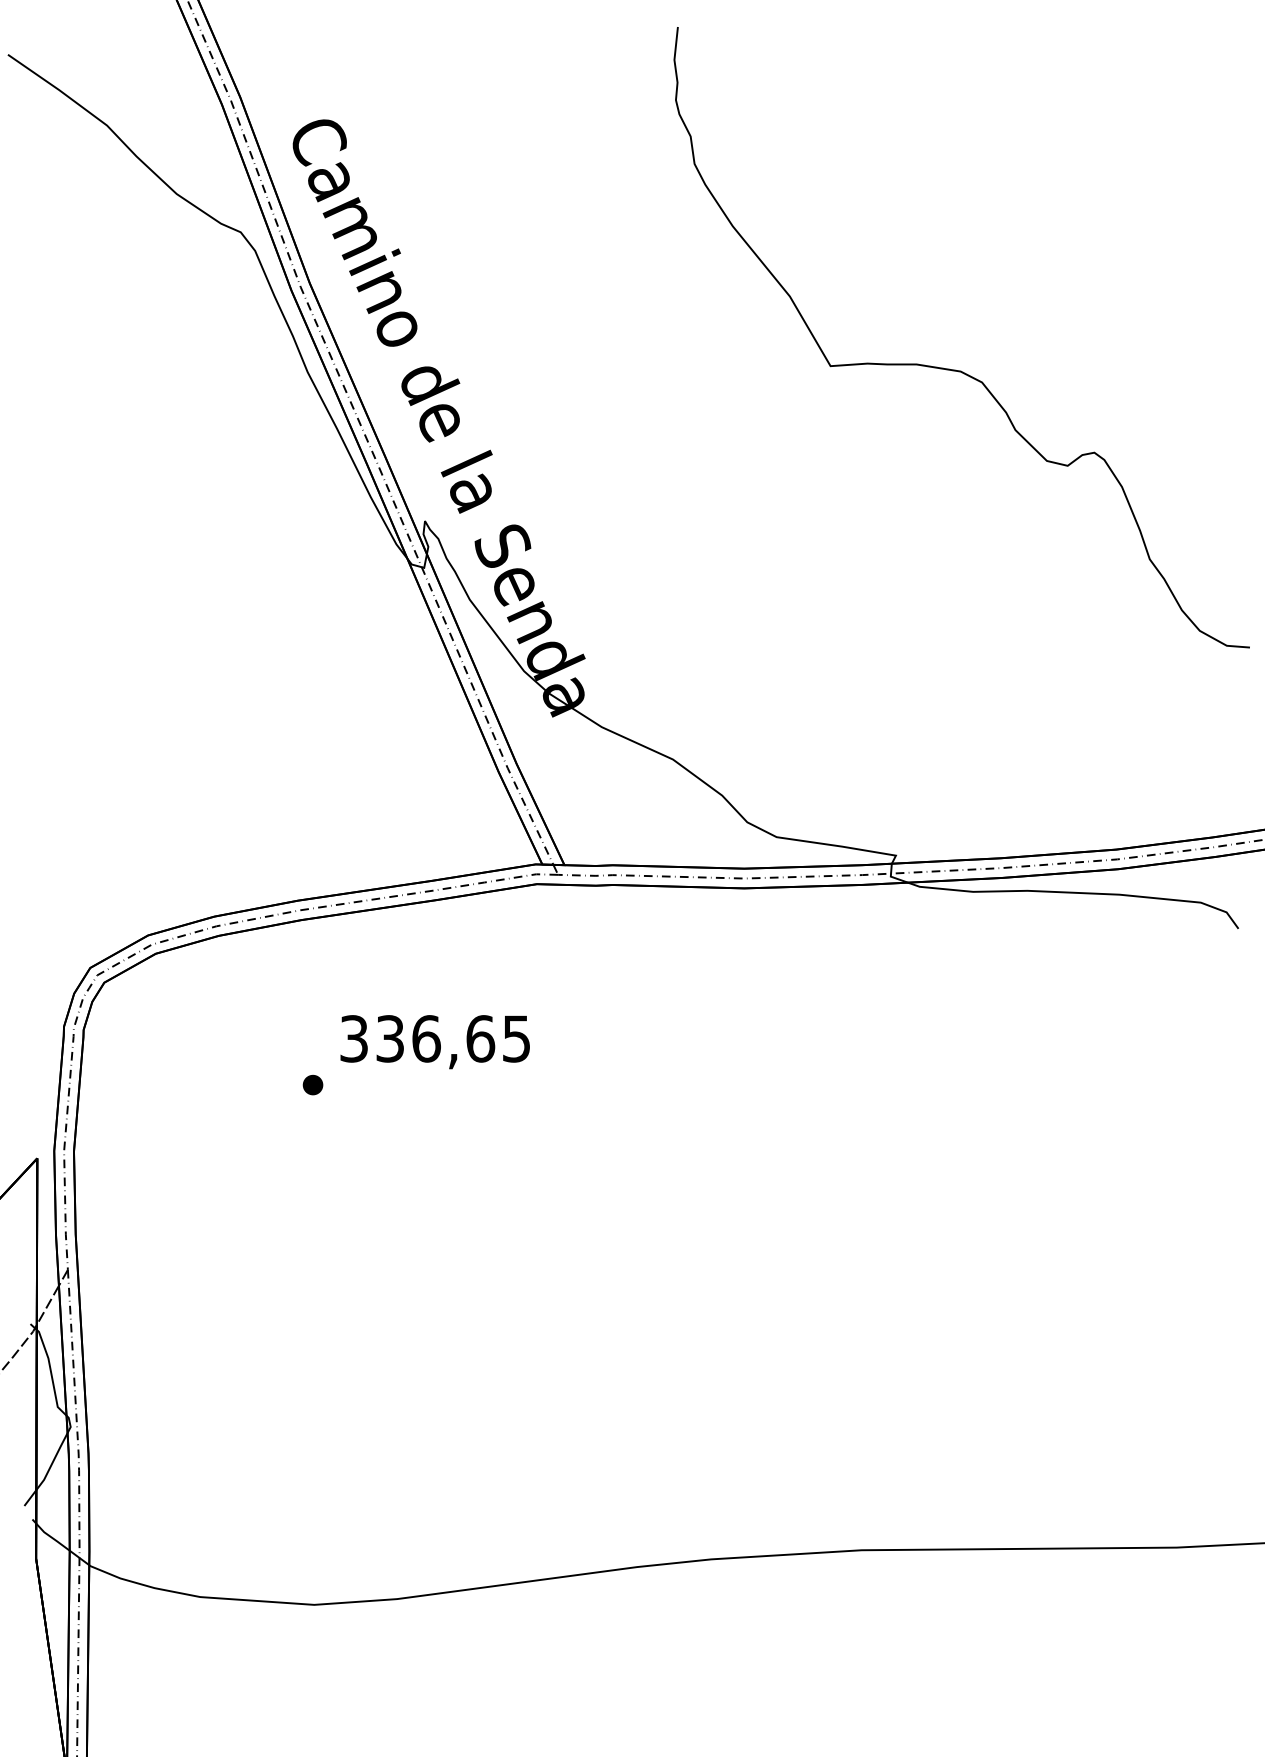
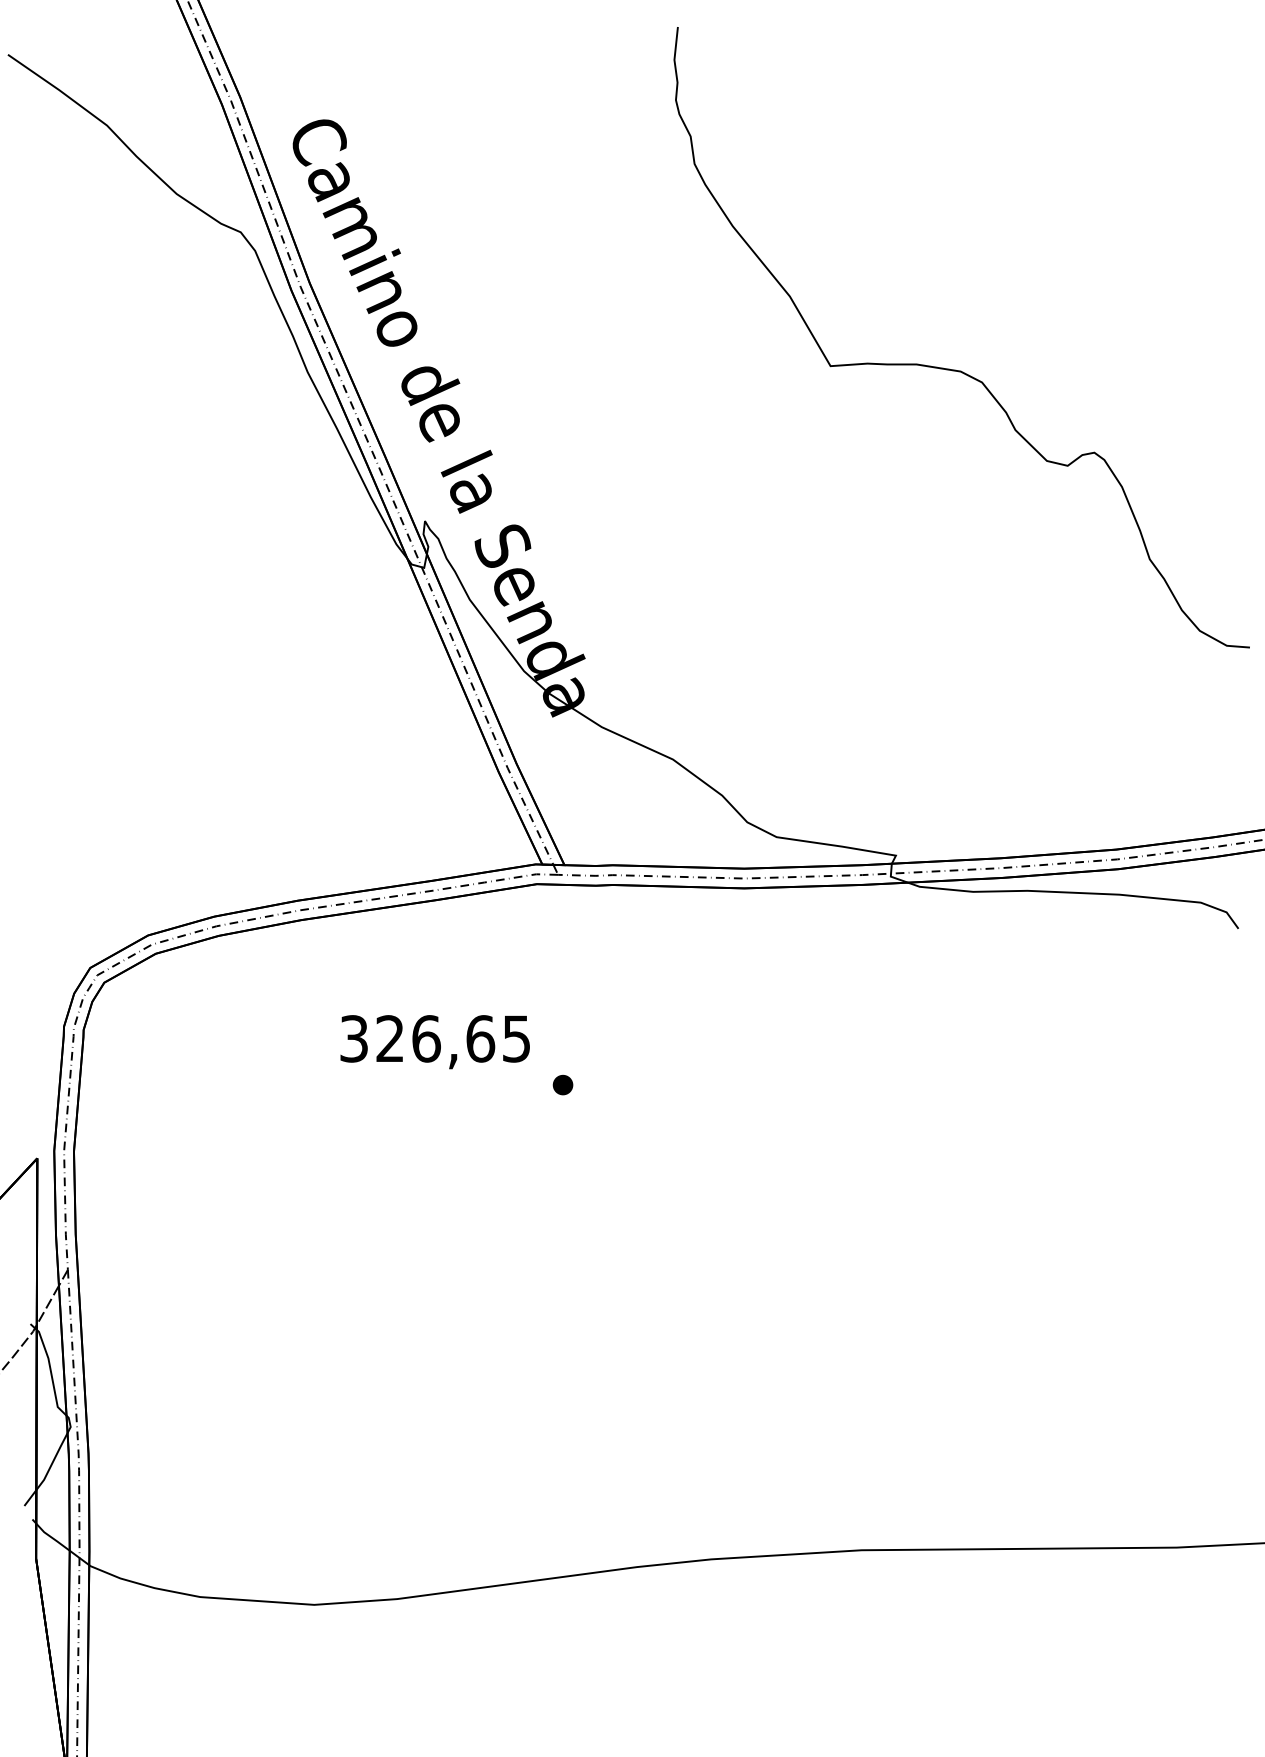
text at (389, 1038): 336,65 -> 326,65
part at (312, 1084) position: (312, 1084) -> (562, 1084)
